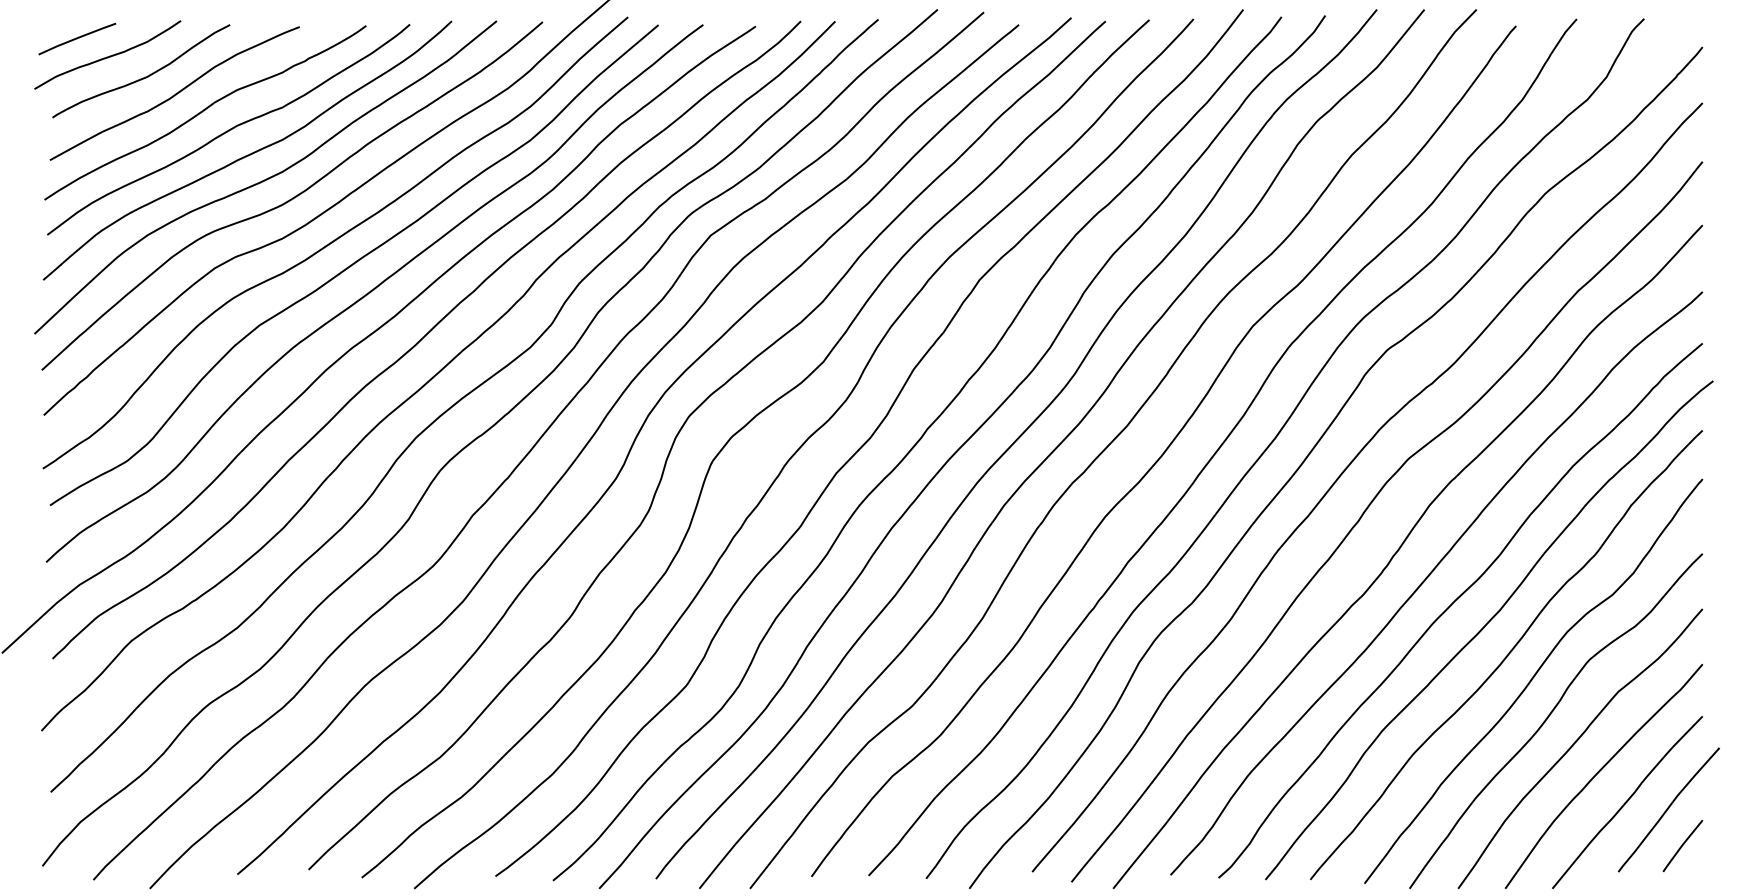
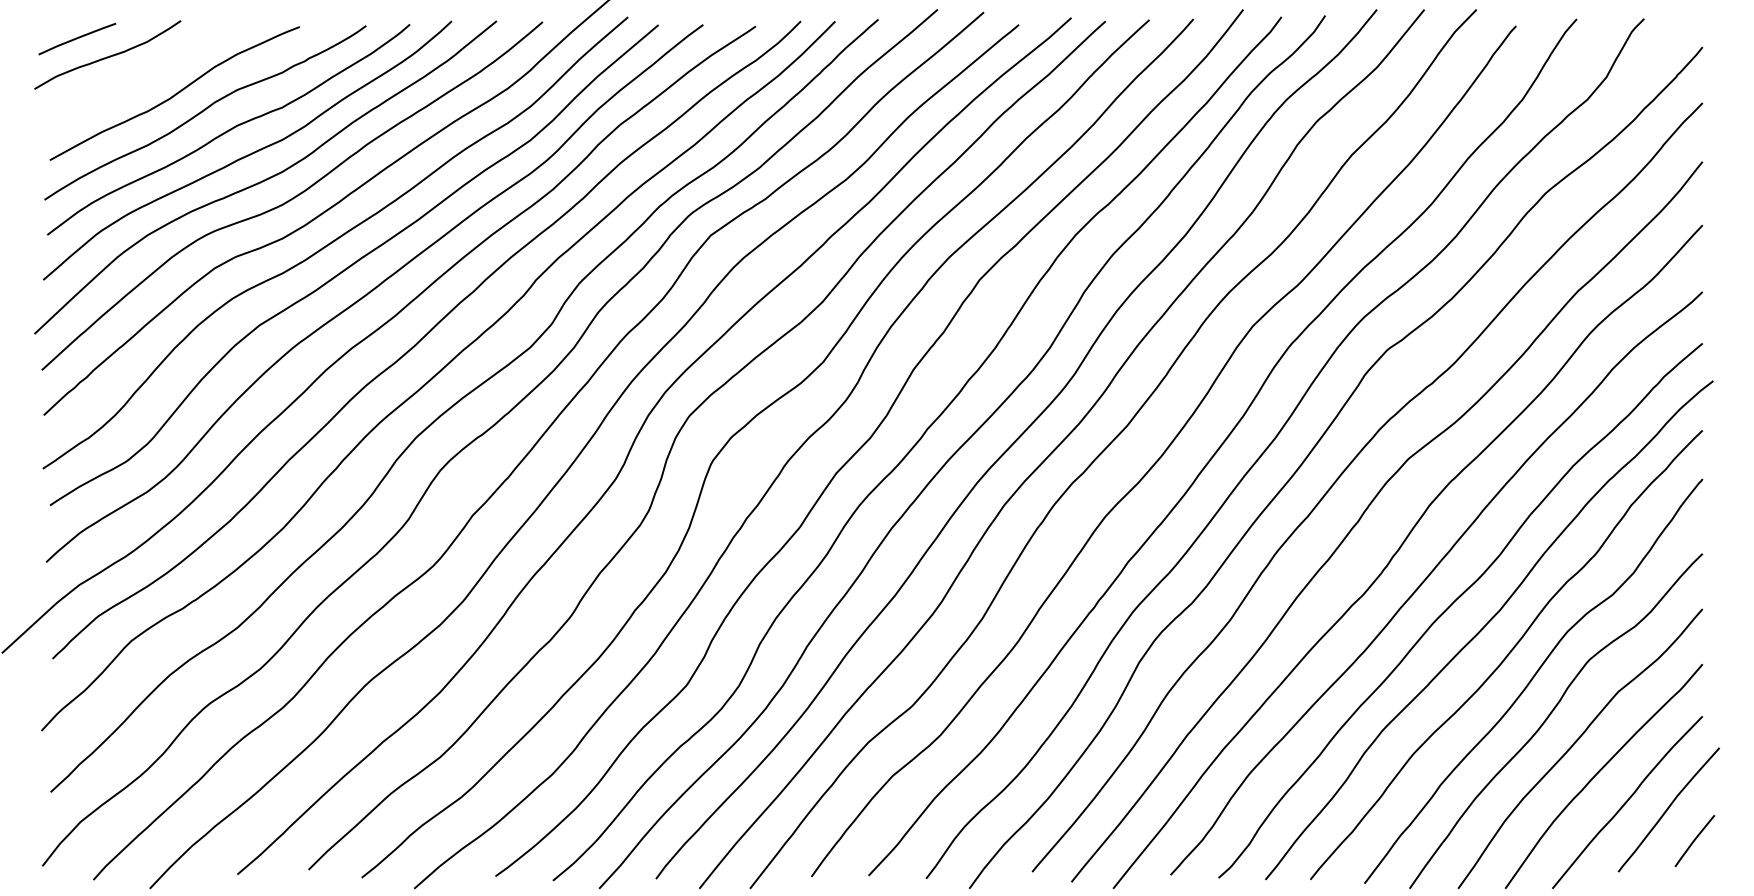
curve at (142, 77): present -> none
line at (1682, 845) position: (1682, 845) -> (1694, 840)
